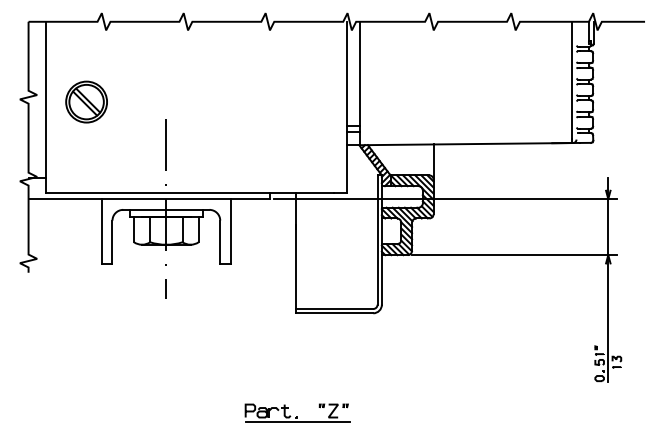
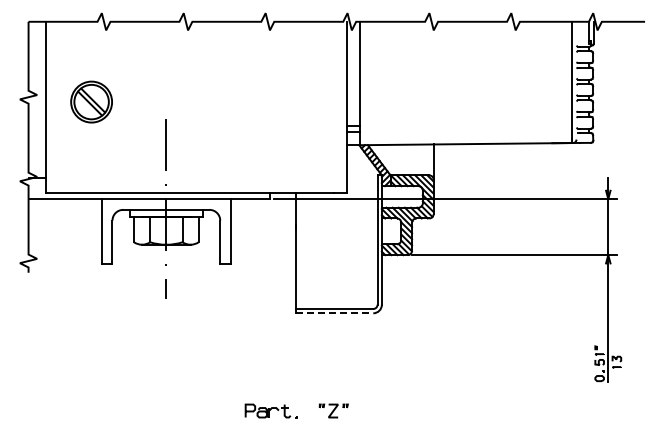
part at (86, 101) position: (86, 101) -> (91, 101)
line at (334, 313): solid -> dashed
line at (297, 421): present -> none
